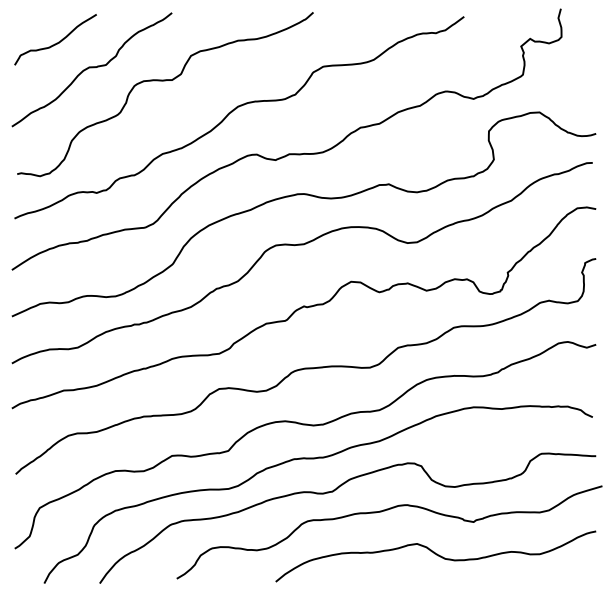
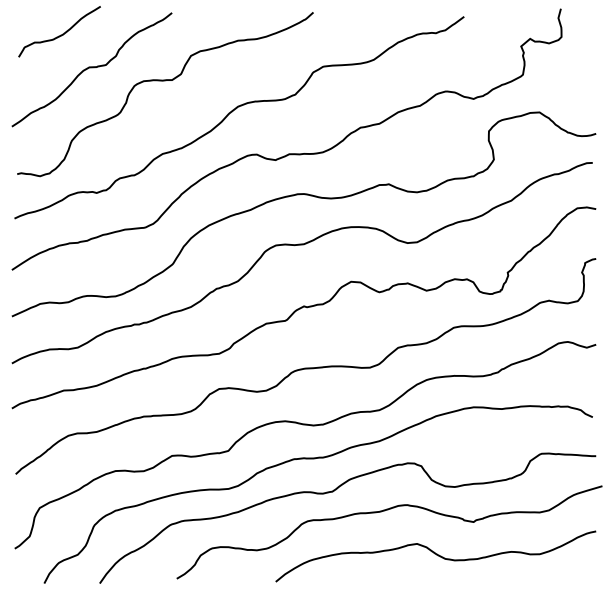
curve at (56, 42) position: (56, 42) -> (60, 34)
